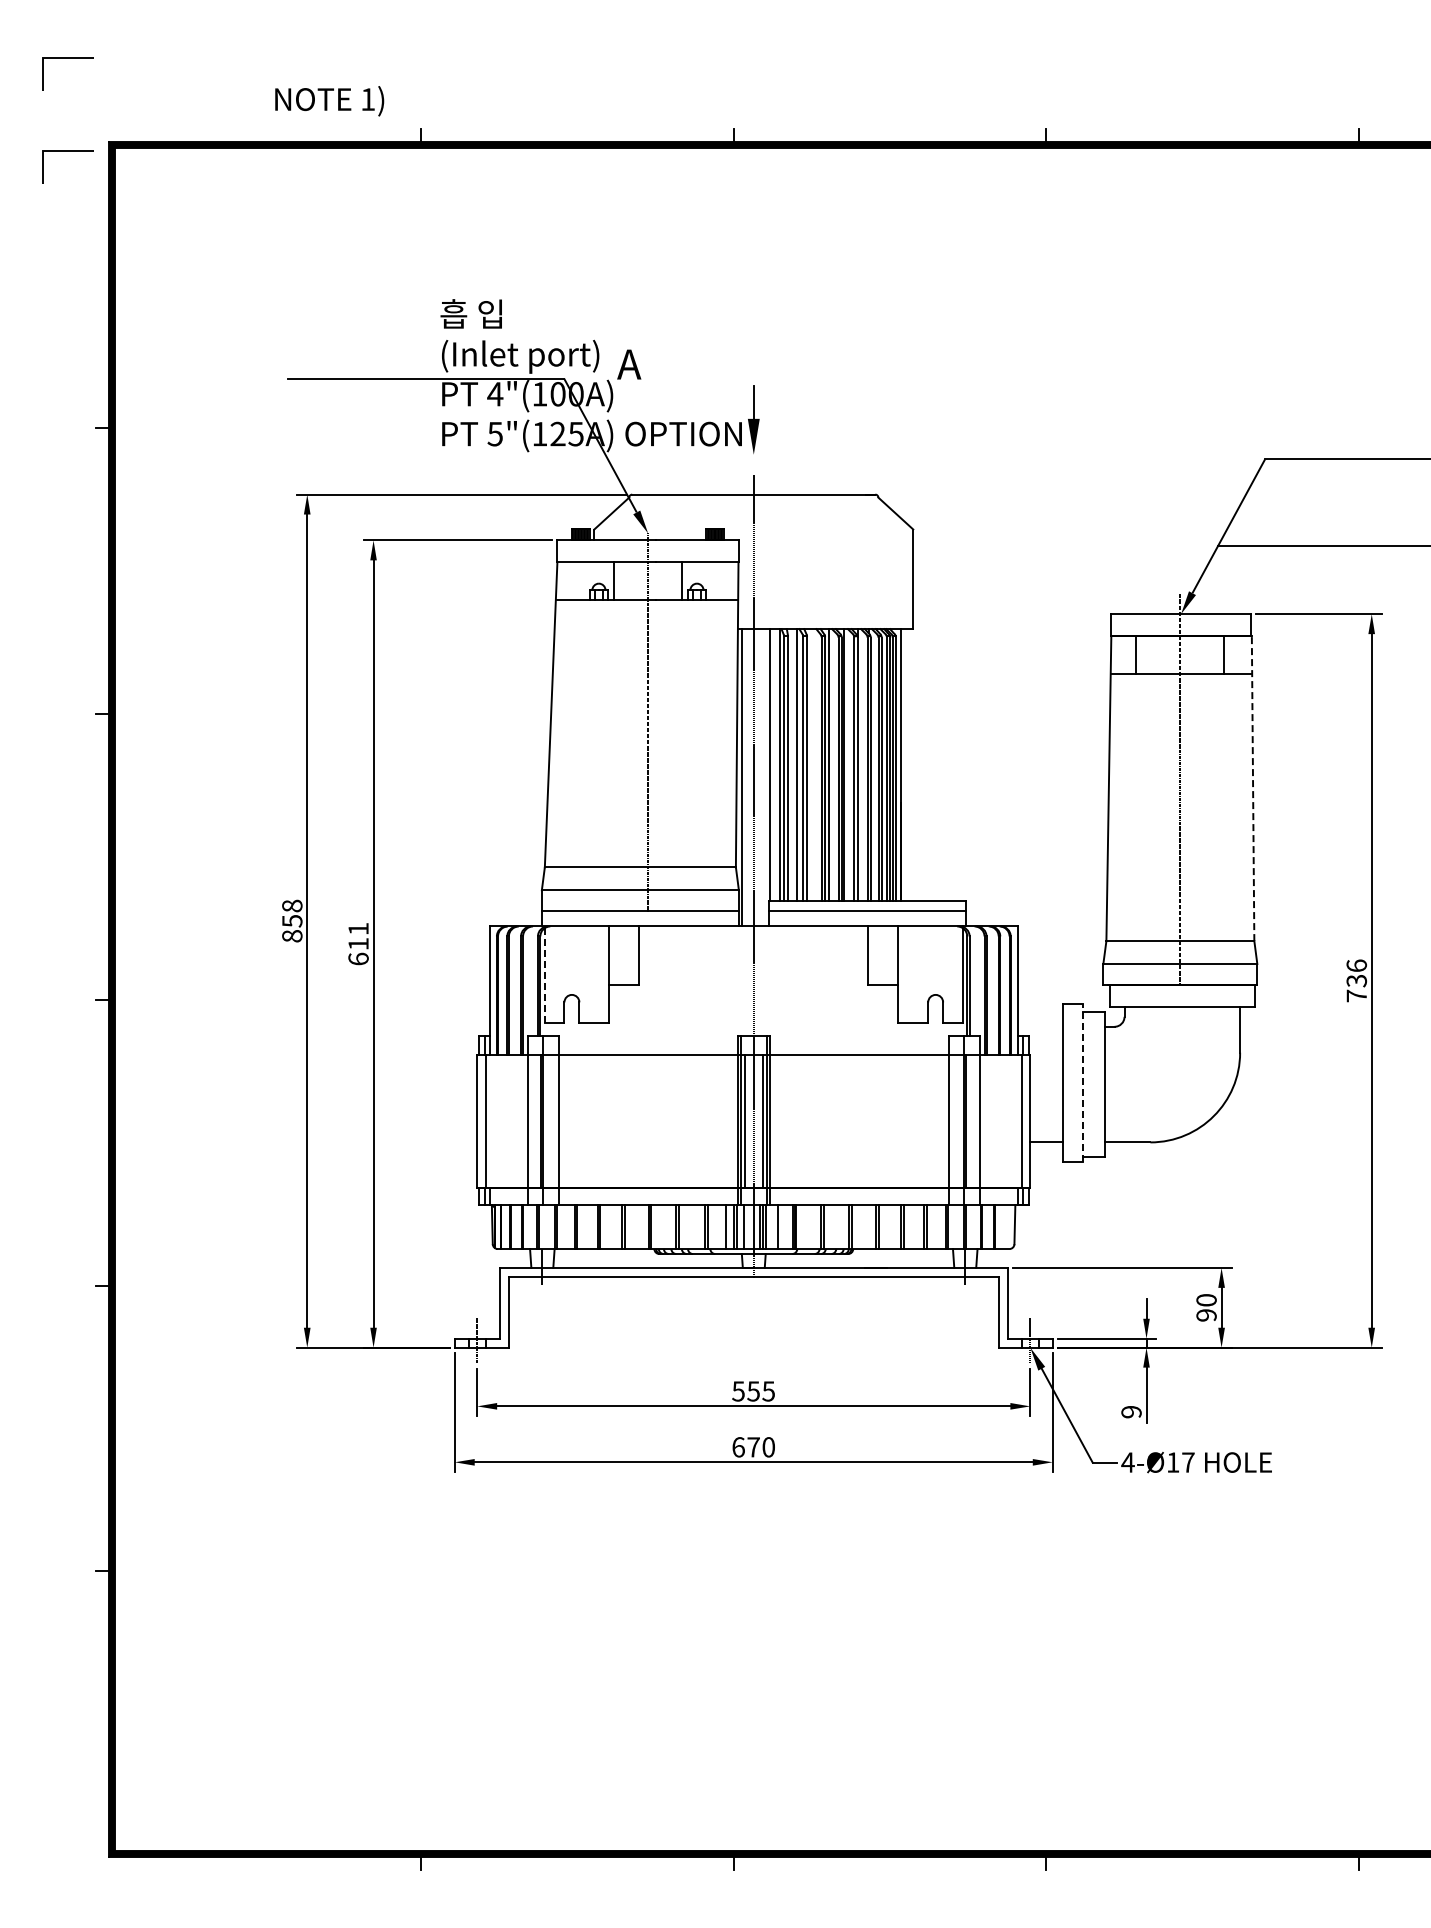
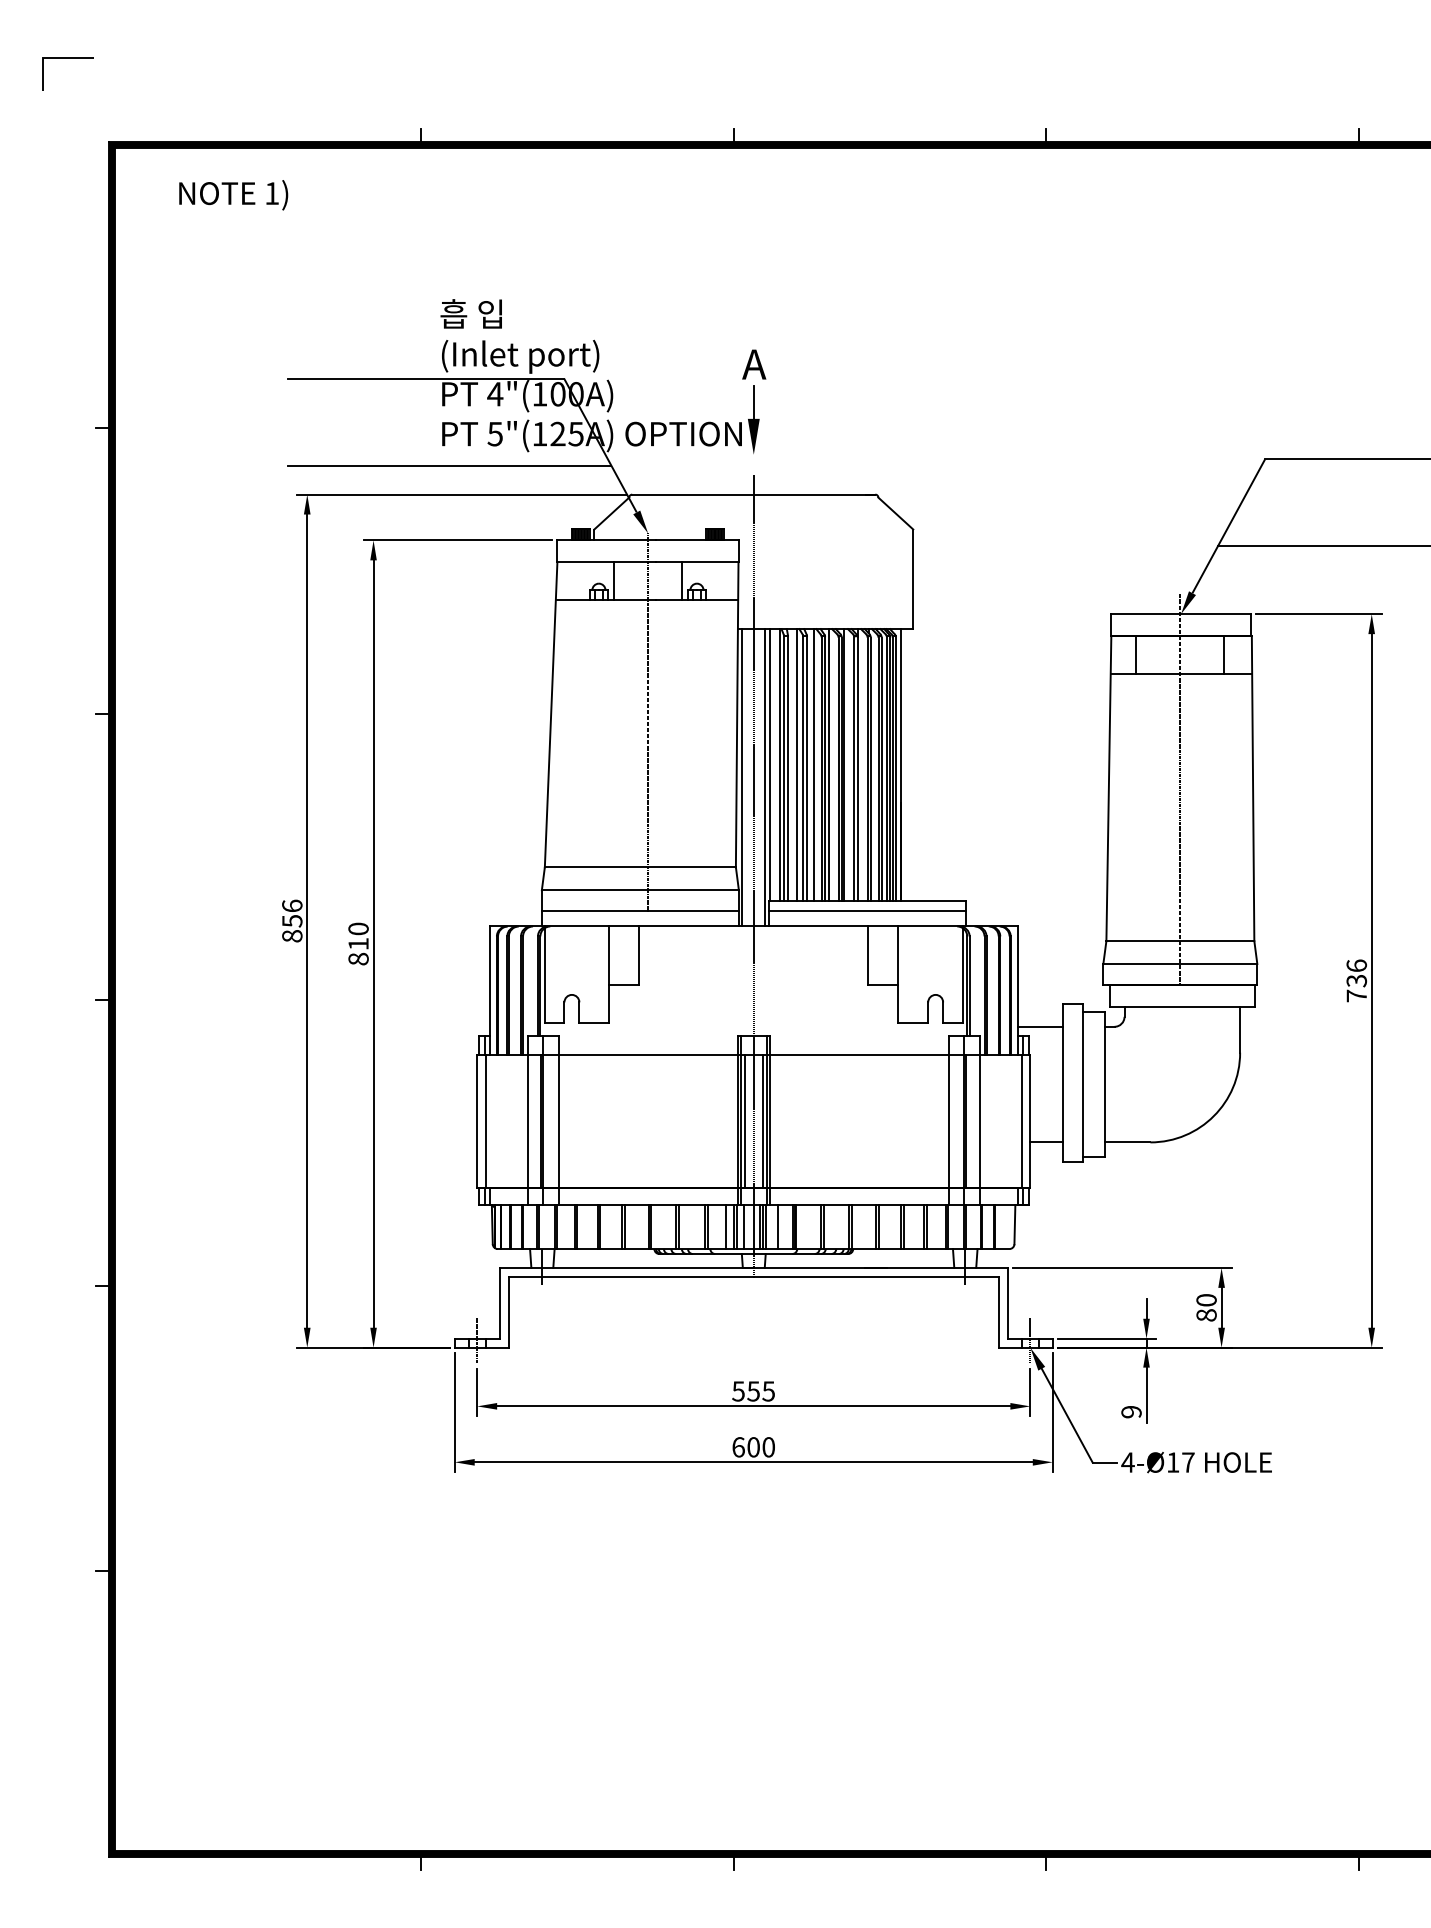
text at (329, 101) position: (329, 101) -> (233, 195)
line at (67, 151): present -> none
text at (629, 364) position: (629, 364) -> (754, 364)
line at (449, 465): none -> present
line at (813, 765): none -> present
line at (765, 777): none -> present
line at (1253, 788): dashed -> solid
text at (292, 905): 858 -> 856
text at (358, 943): 611 -> 810
line at (544, 974): dashed -> solid
line at (1039, 1026): none -> present
line at (1082, 1082): dashed -> solid
text at (1206, 1315): 90 -> 80
text at (753, 1447): 670 -> 600
